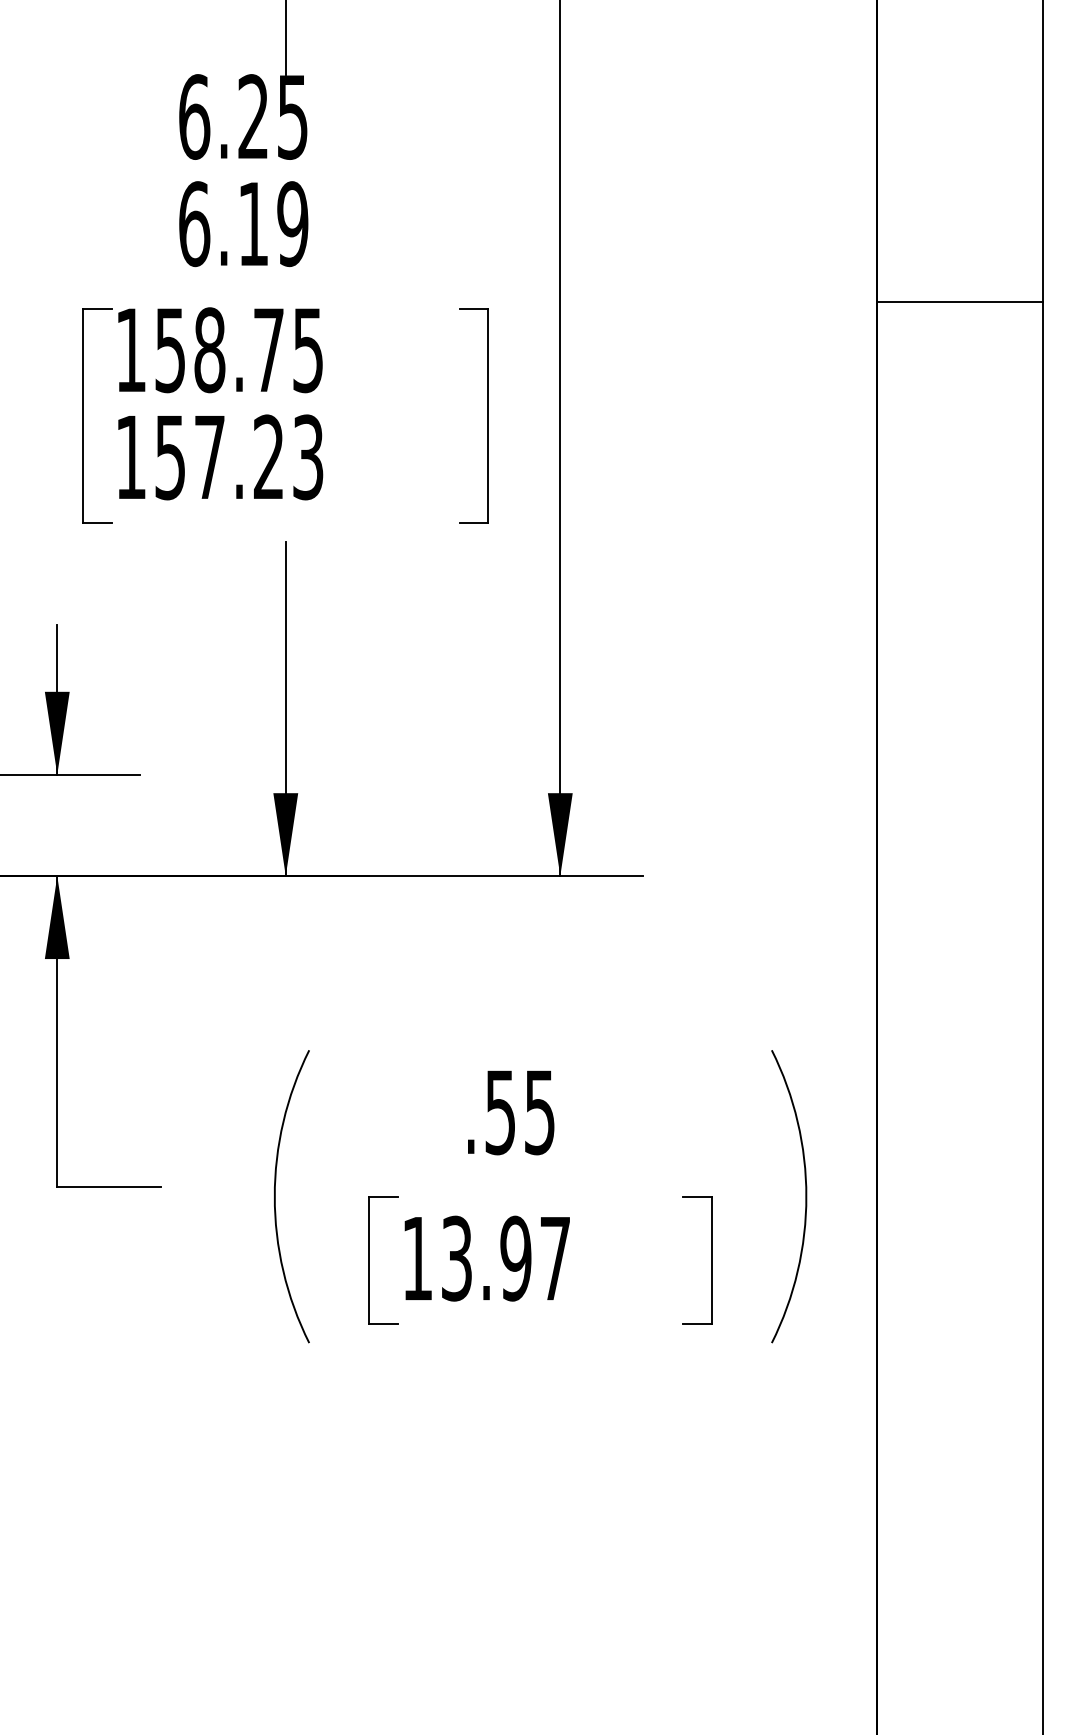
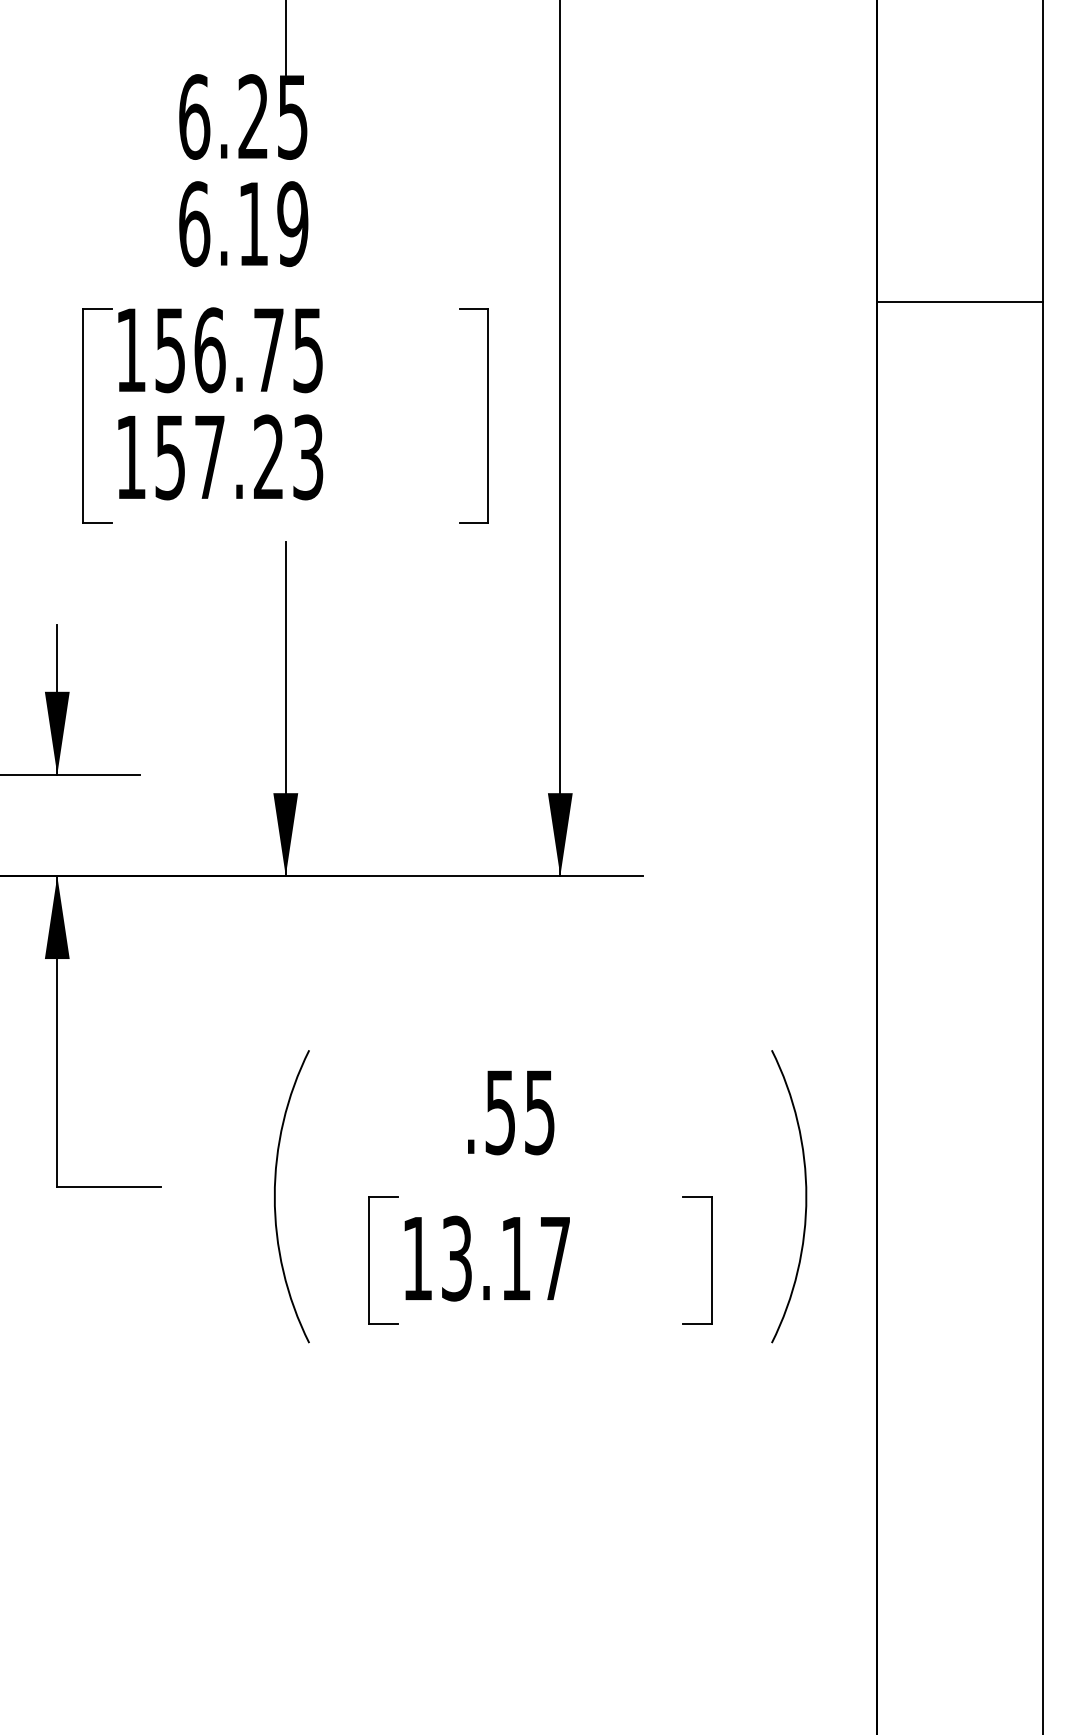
text at (209, 350): 158.75 -> 156.75
text at (515, 1258): 13.97 -> 13.17
